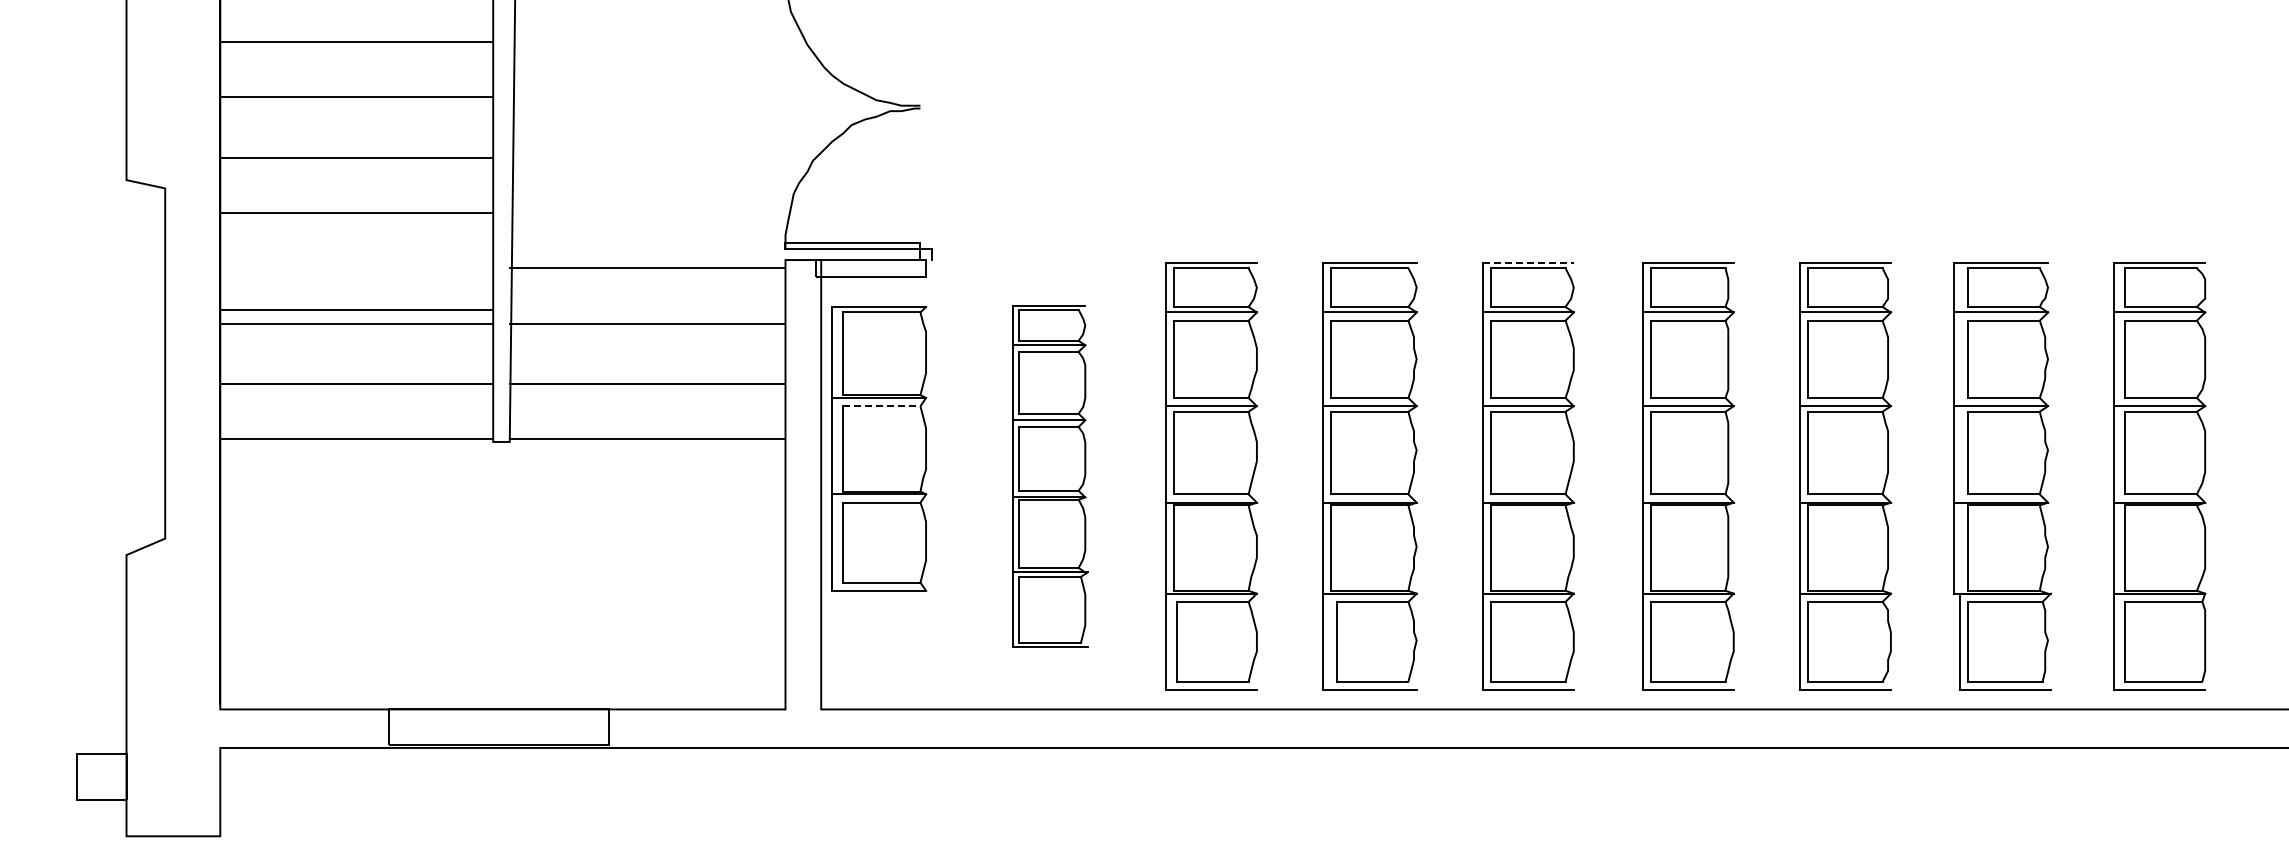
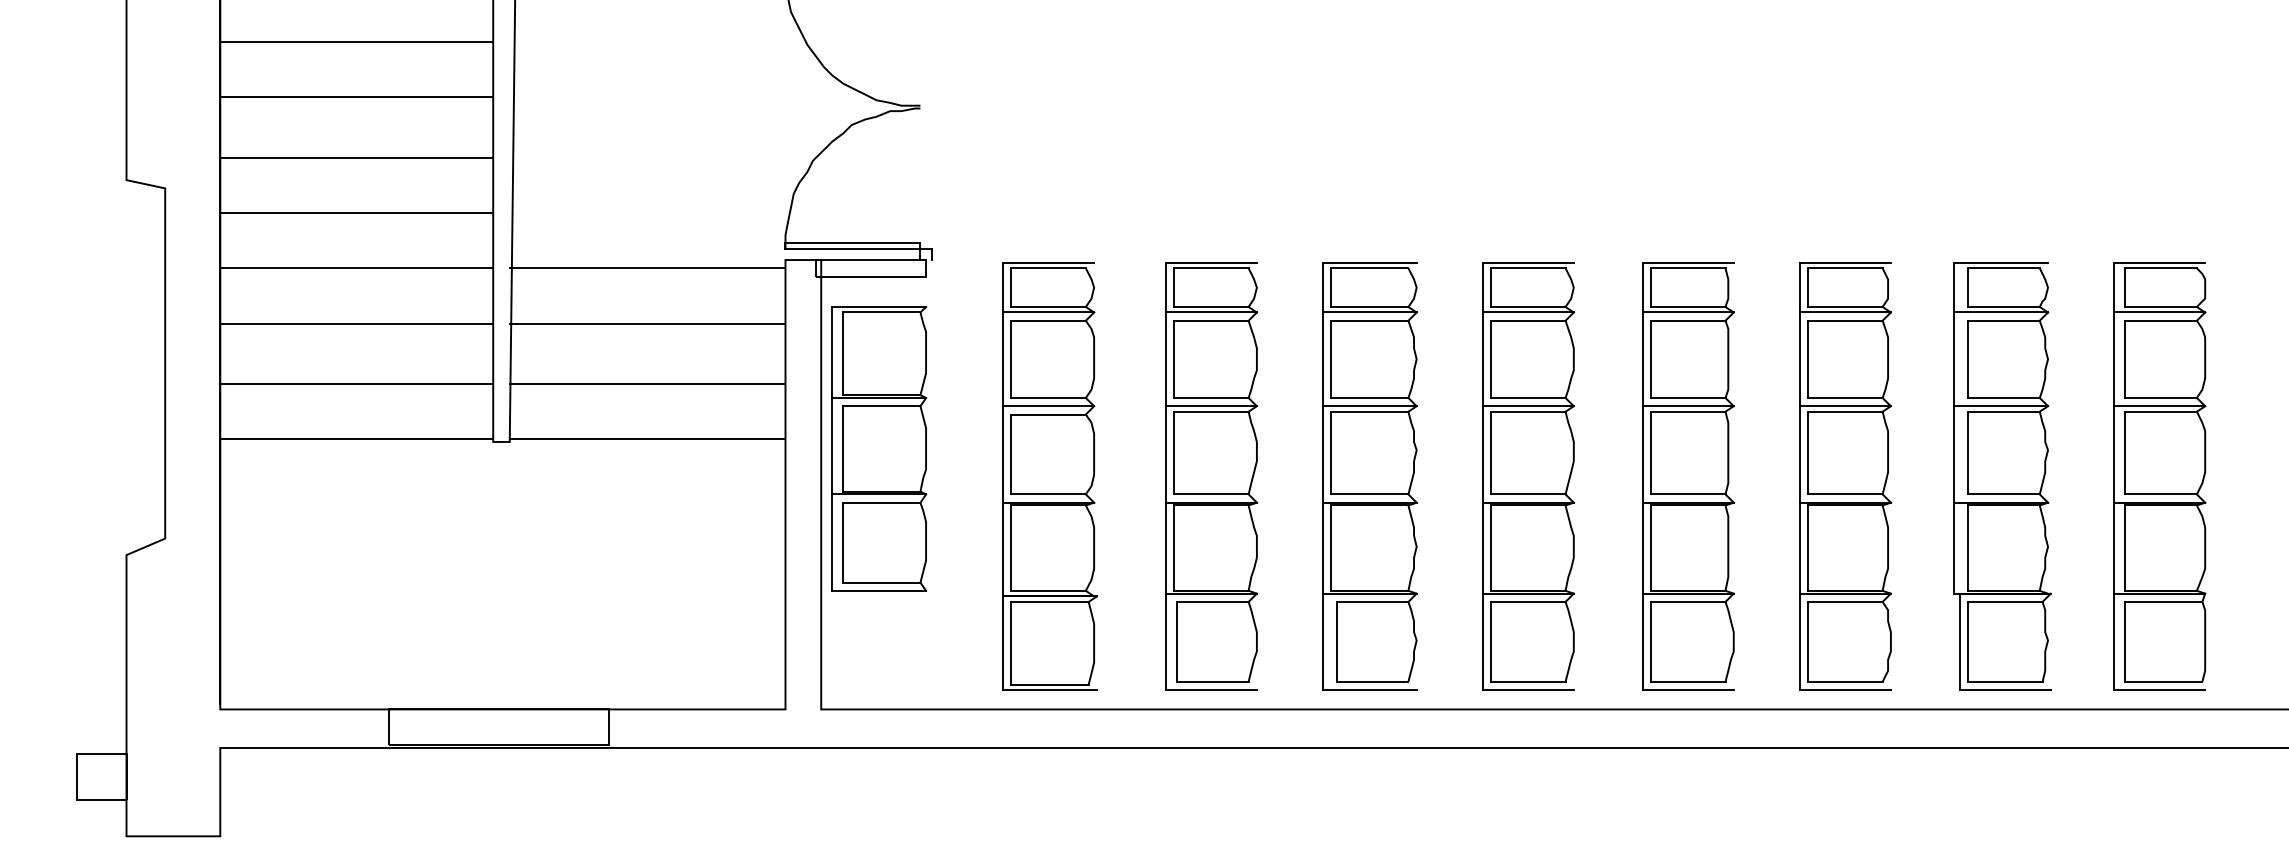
line at (1528, 262): dashed -> solid
line at (356, 310) position: (356, 310) -> (356, 268)
line at (881, 406): dashed -> solid
part at (1050, 476) size: 77x343 px -> 96x429 px
